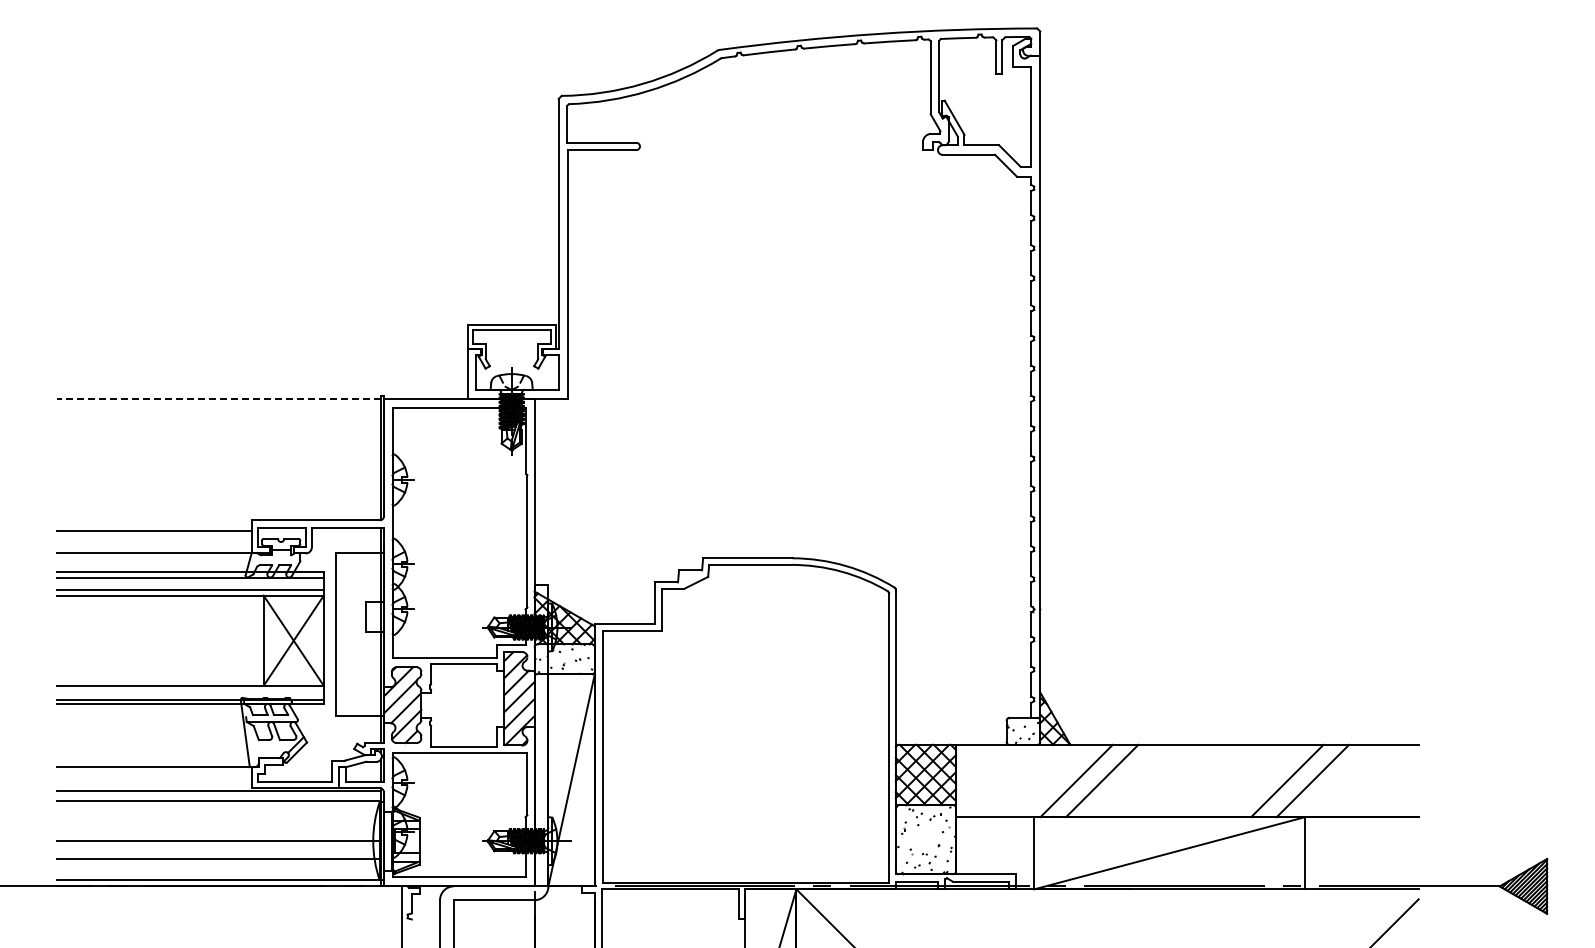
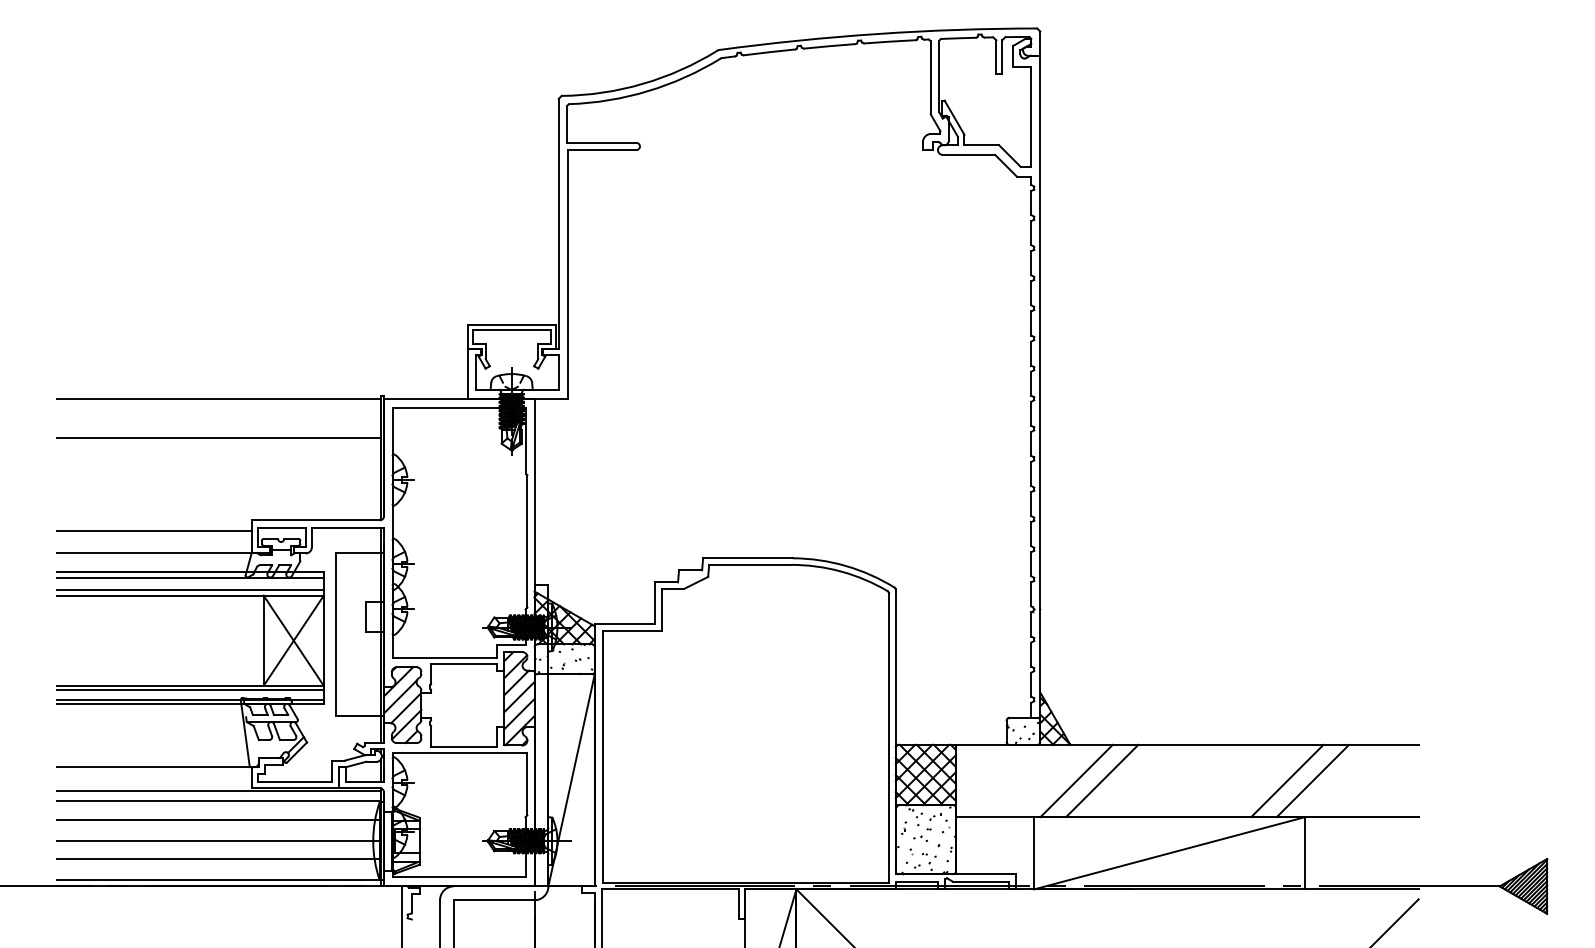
line at (218, 398): dashed -> solid
line at (218, 437): none -> present
line at (189, 690): none -> present
line at (218, 819): none -> present
part at (922, 834): none -> present
